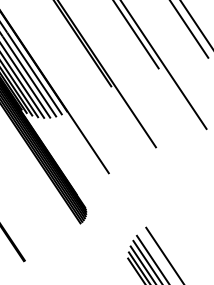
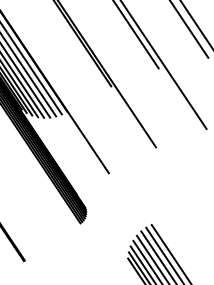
line at (170, 252): none -> present
line at (157, 255): none -> present
